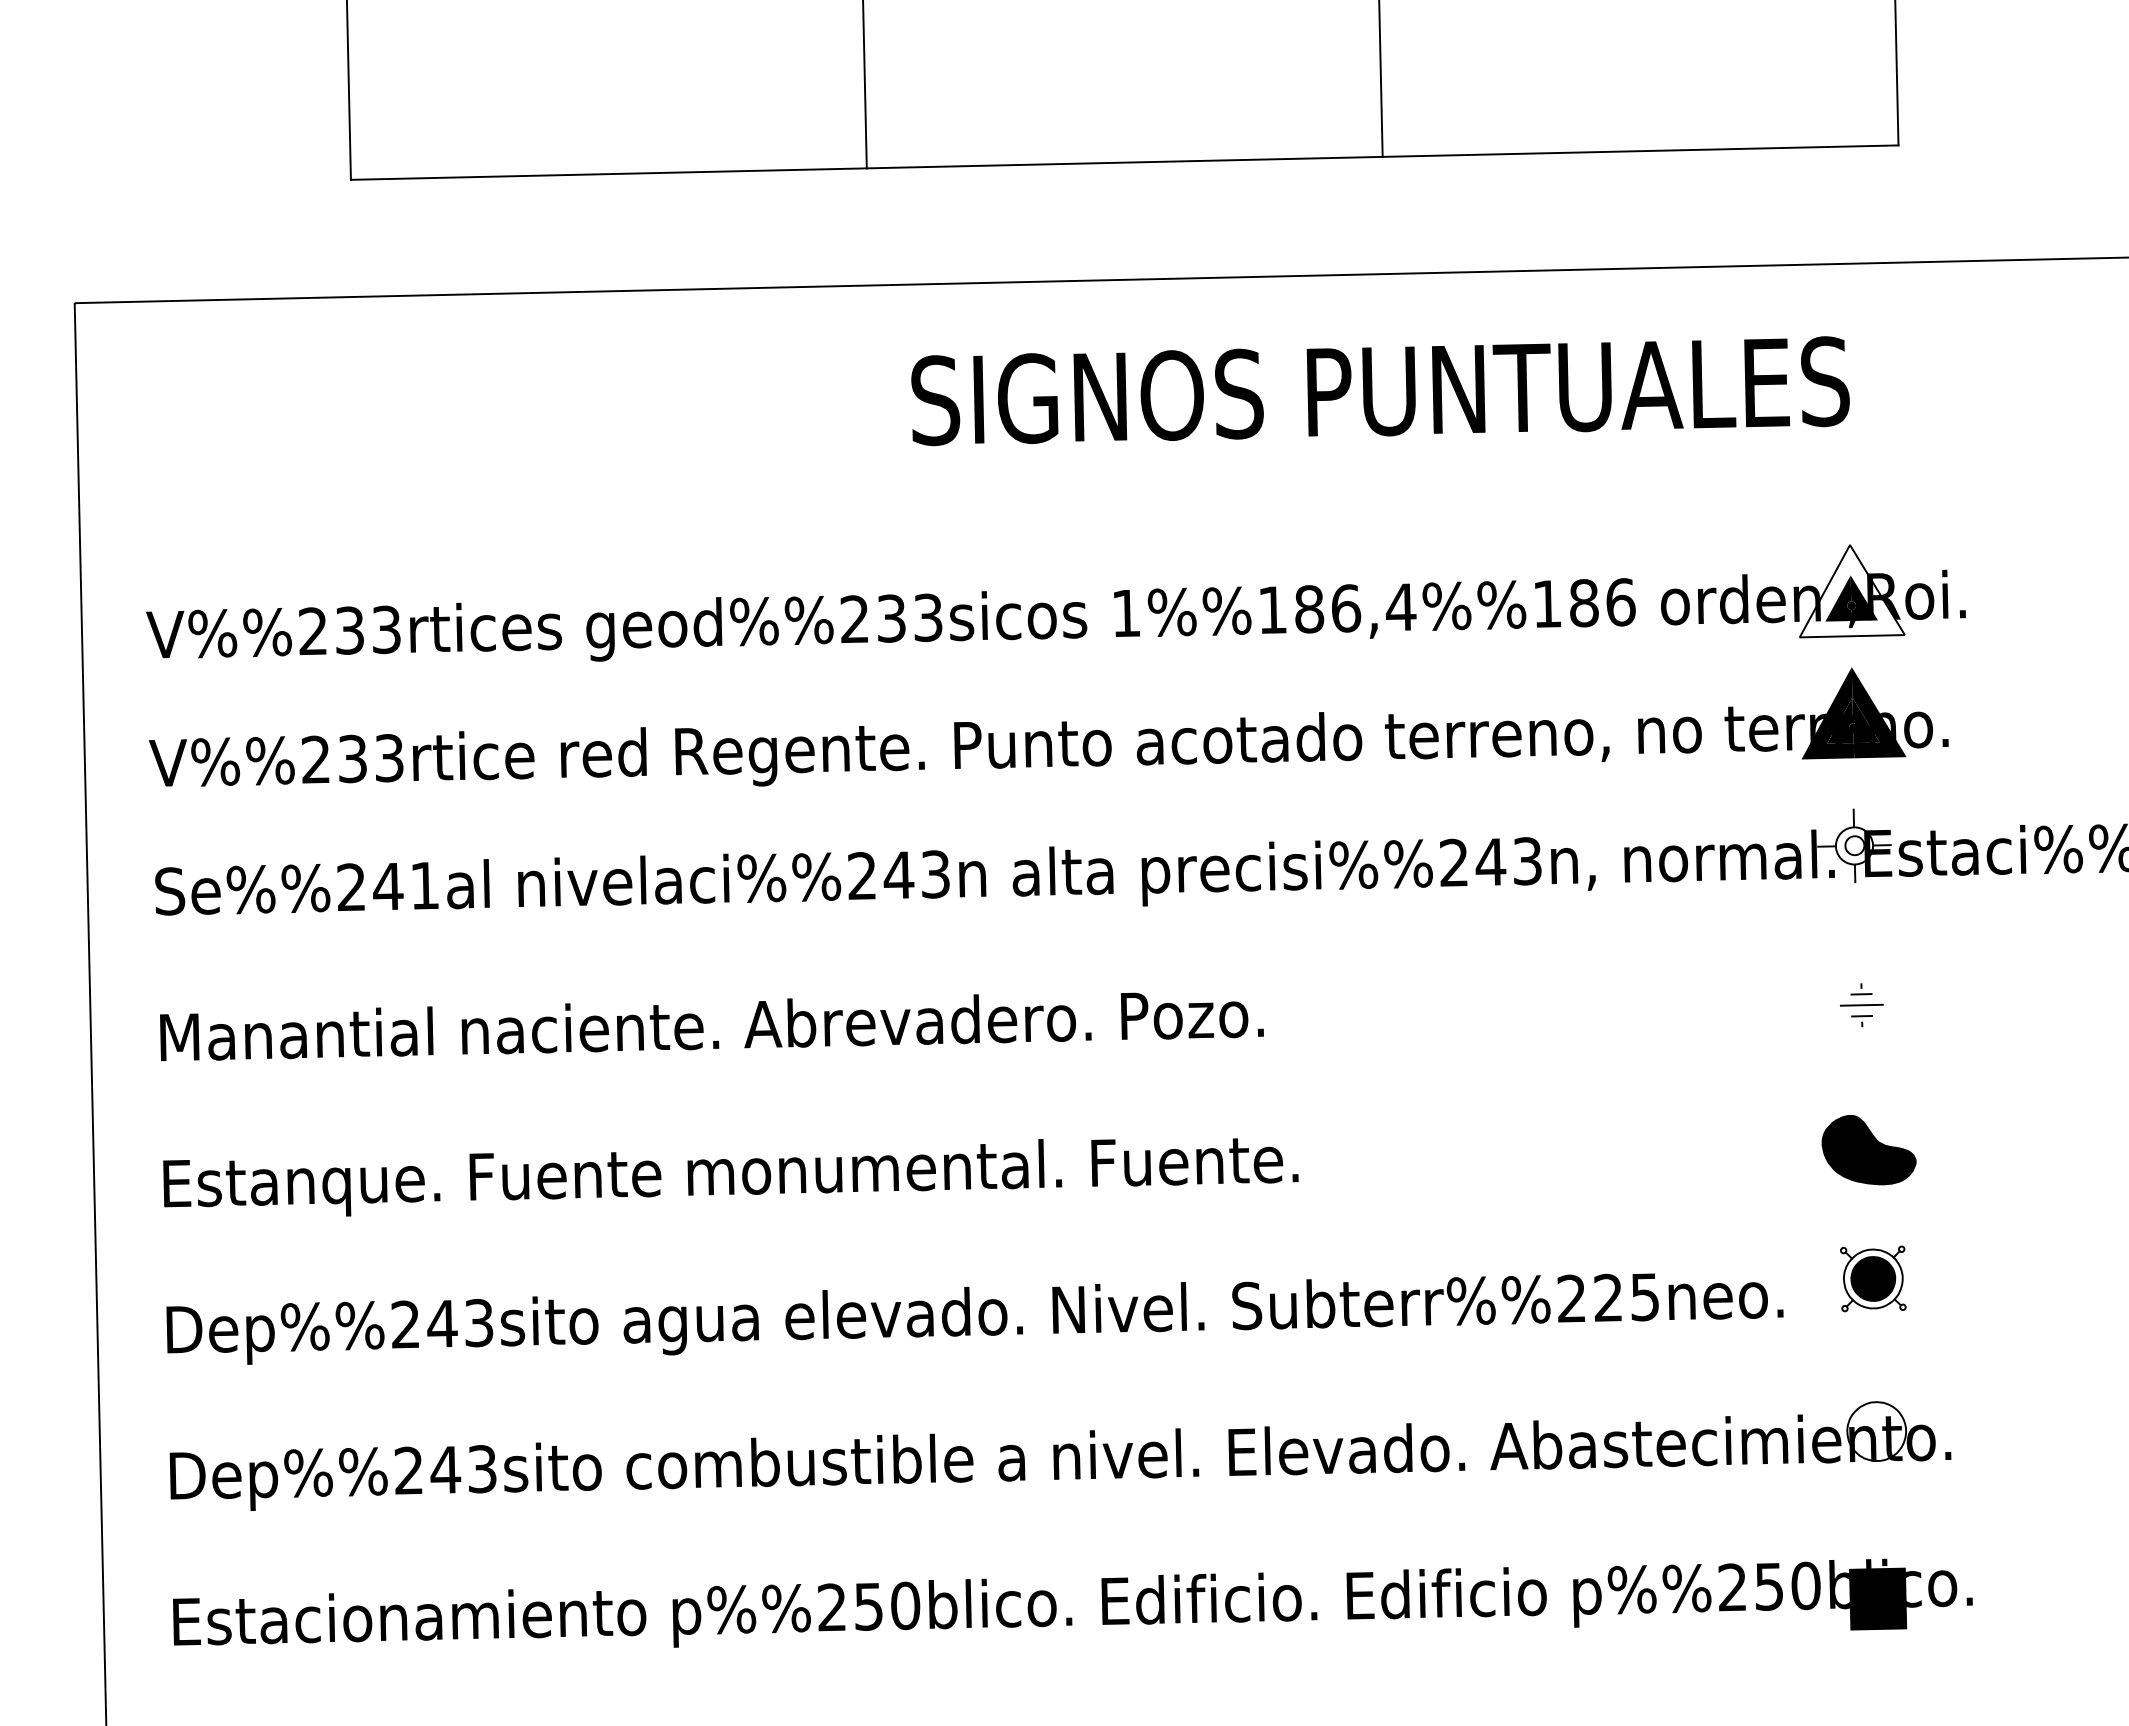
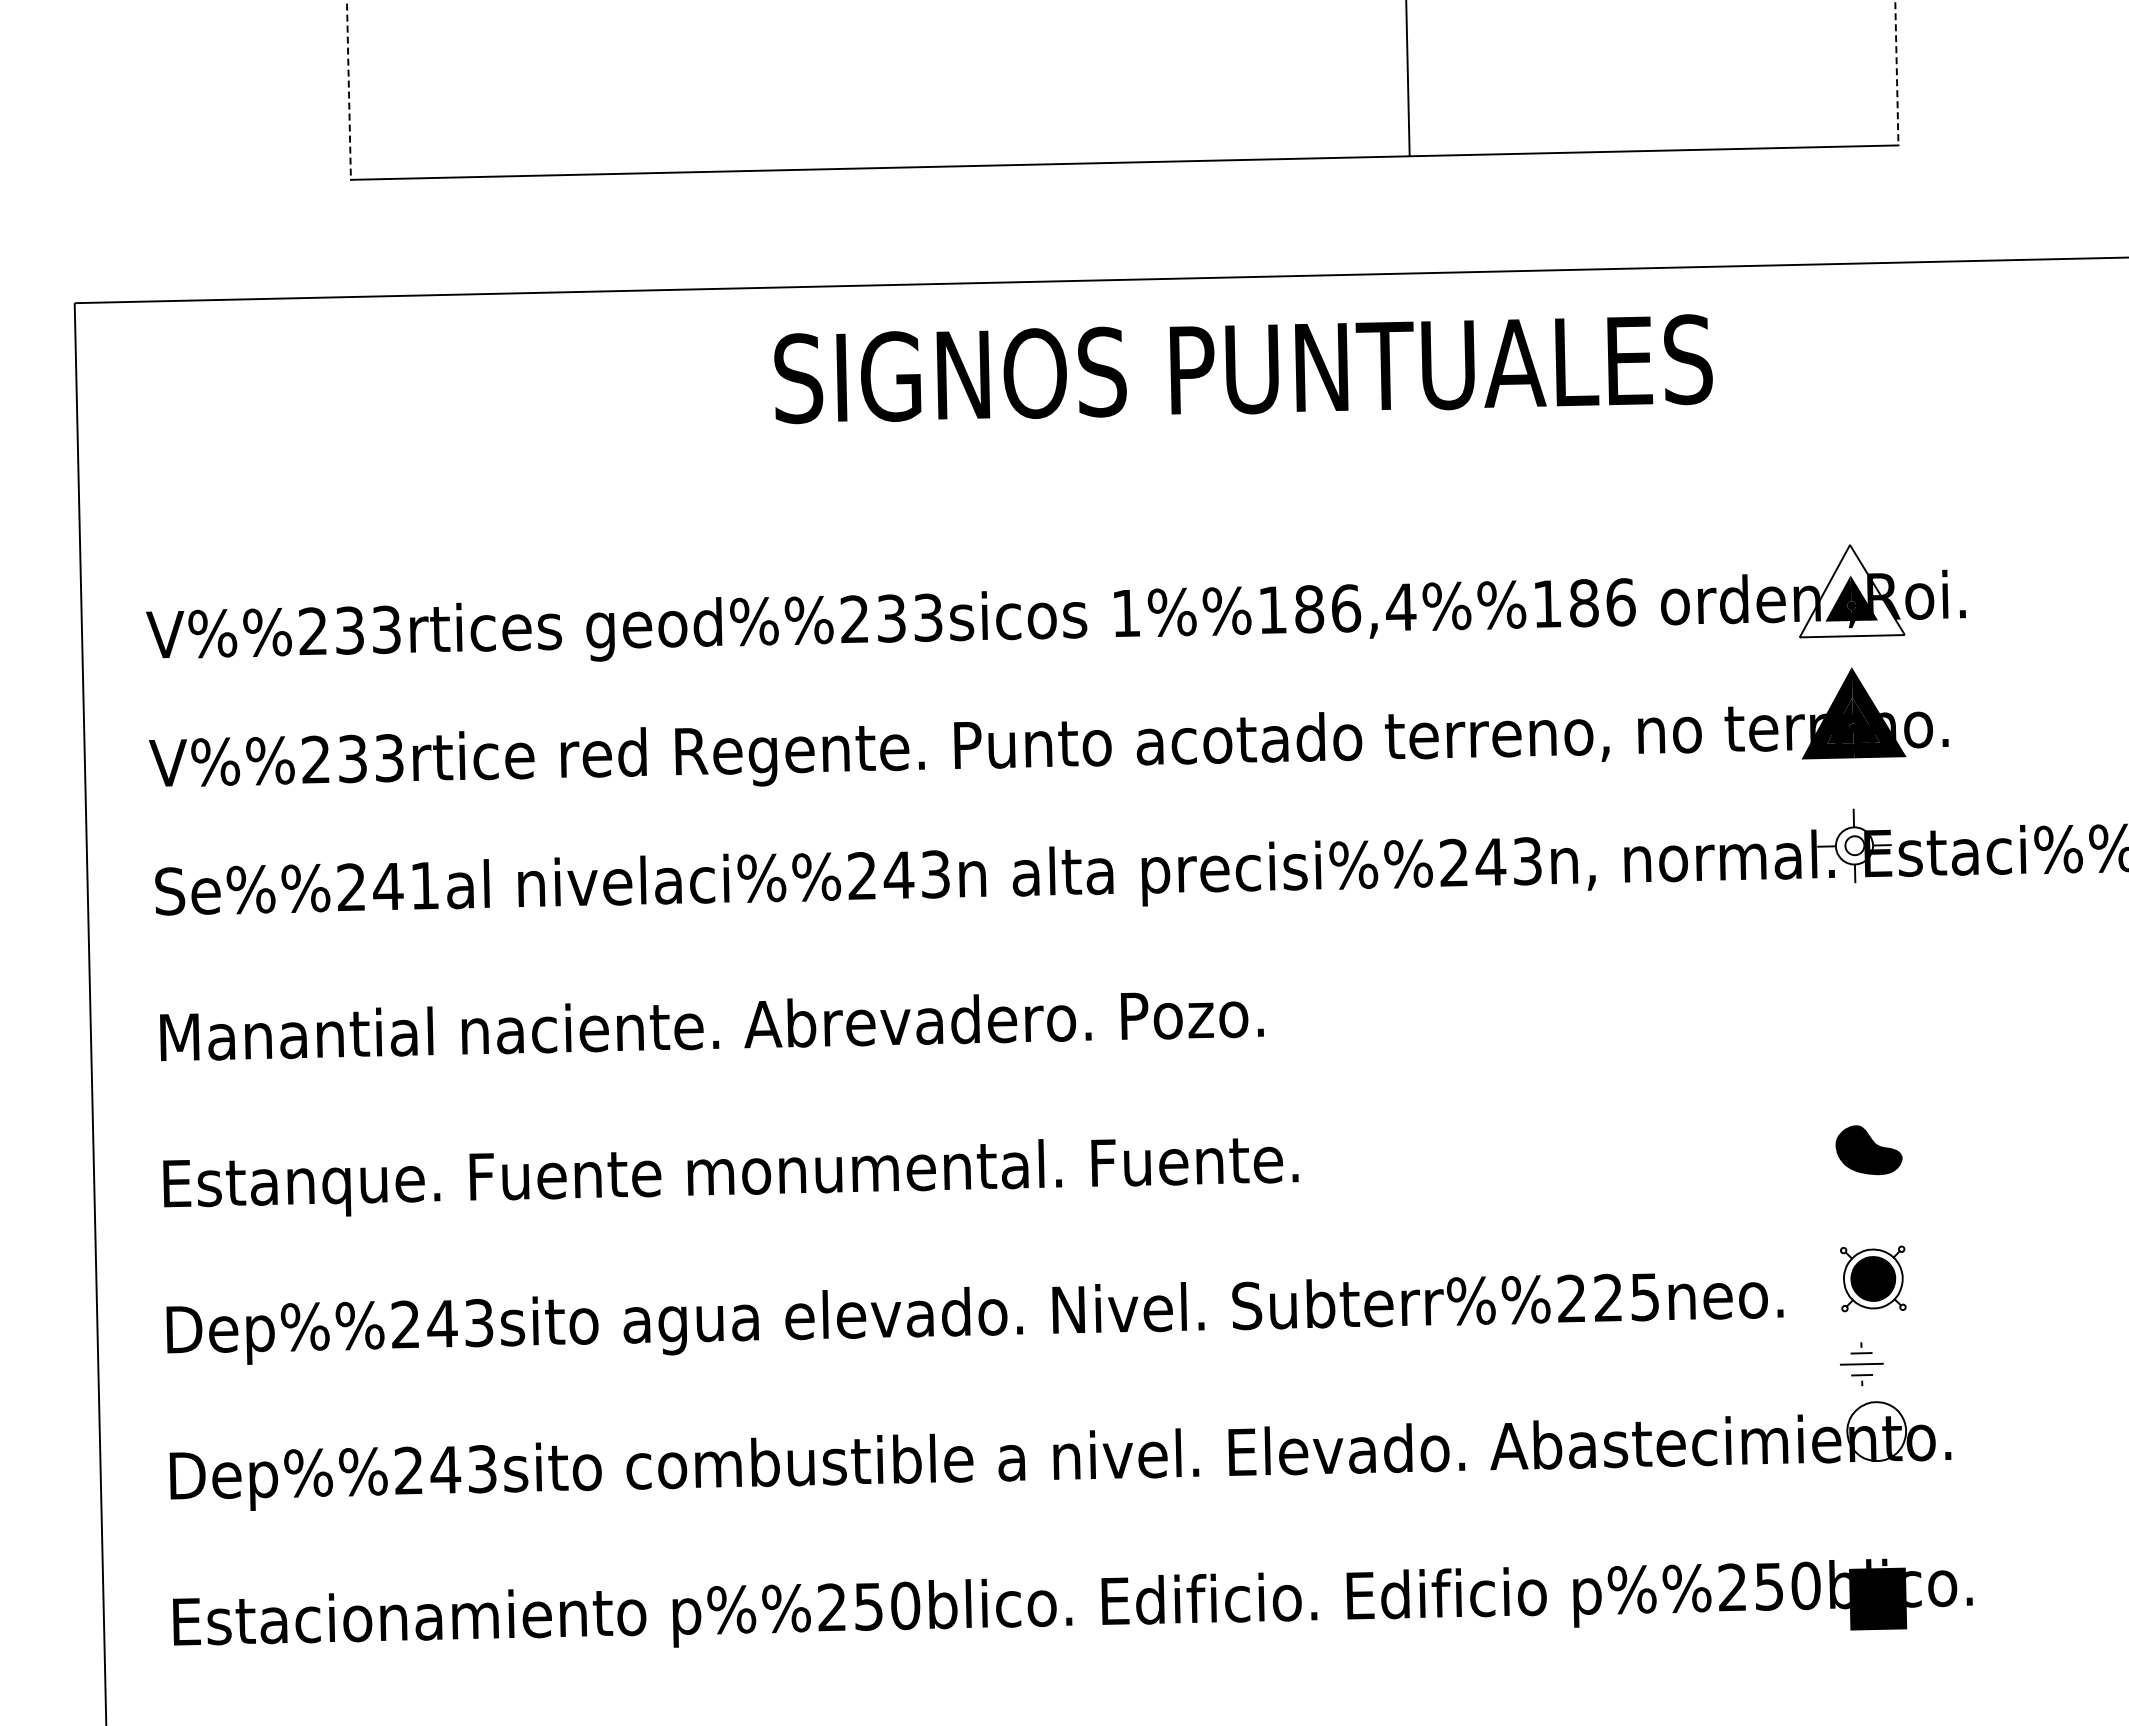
line at (1896, 73): solid -> dashed
line at (1380, 79) position: (1380, 79) -> (1407, 78)
line at (864, 85): present -> none
line at (348, 90): solid -> dashed
text at (1380, 391) position: (1380, 391) -> (1243, 369)
part at (1861, 1005) position: (1861, 1005) -> (1861, 1364)
part at (1868, 1150) size: 96x71 px -> 68x51 px
